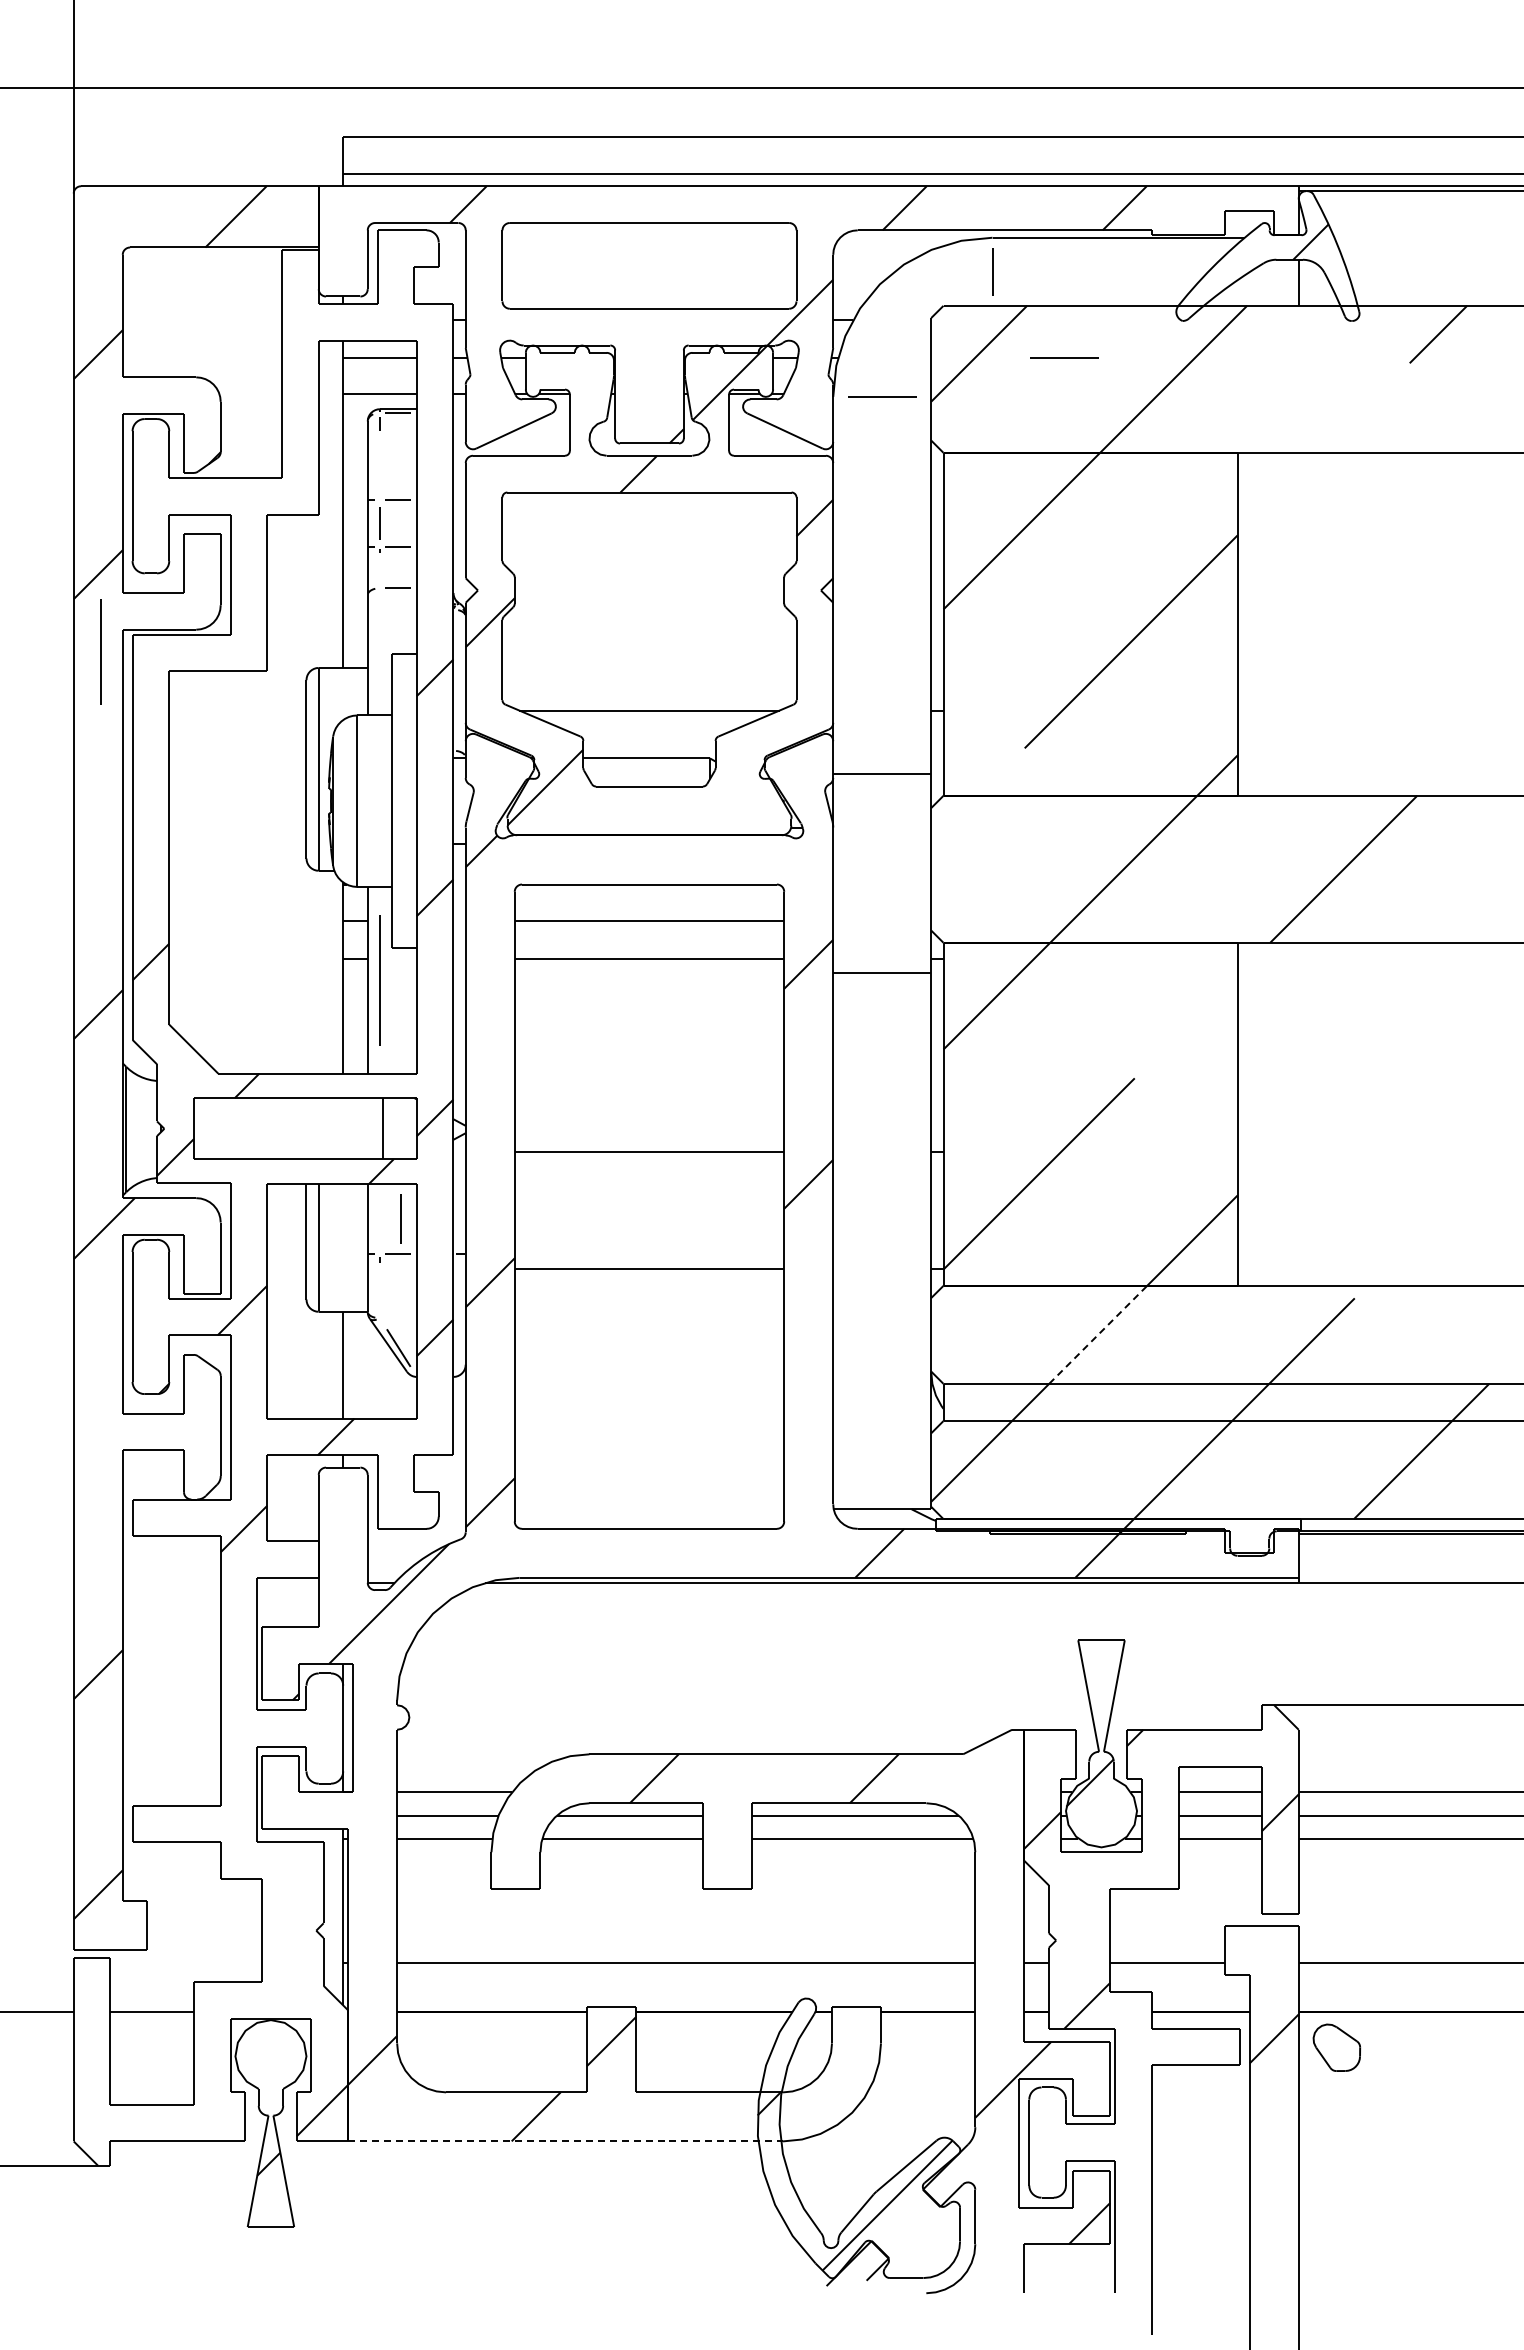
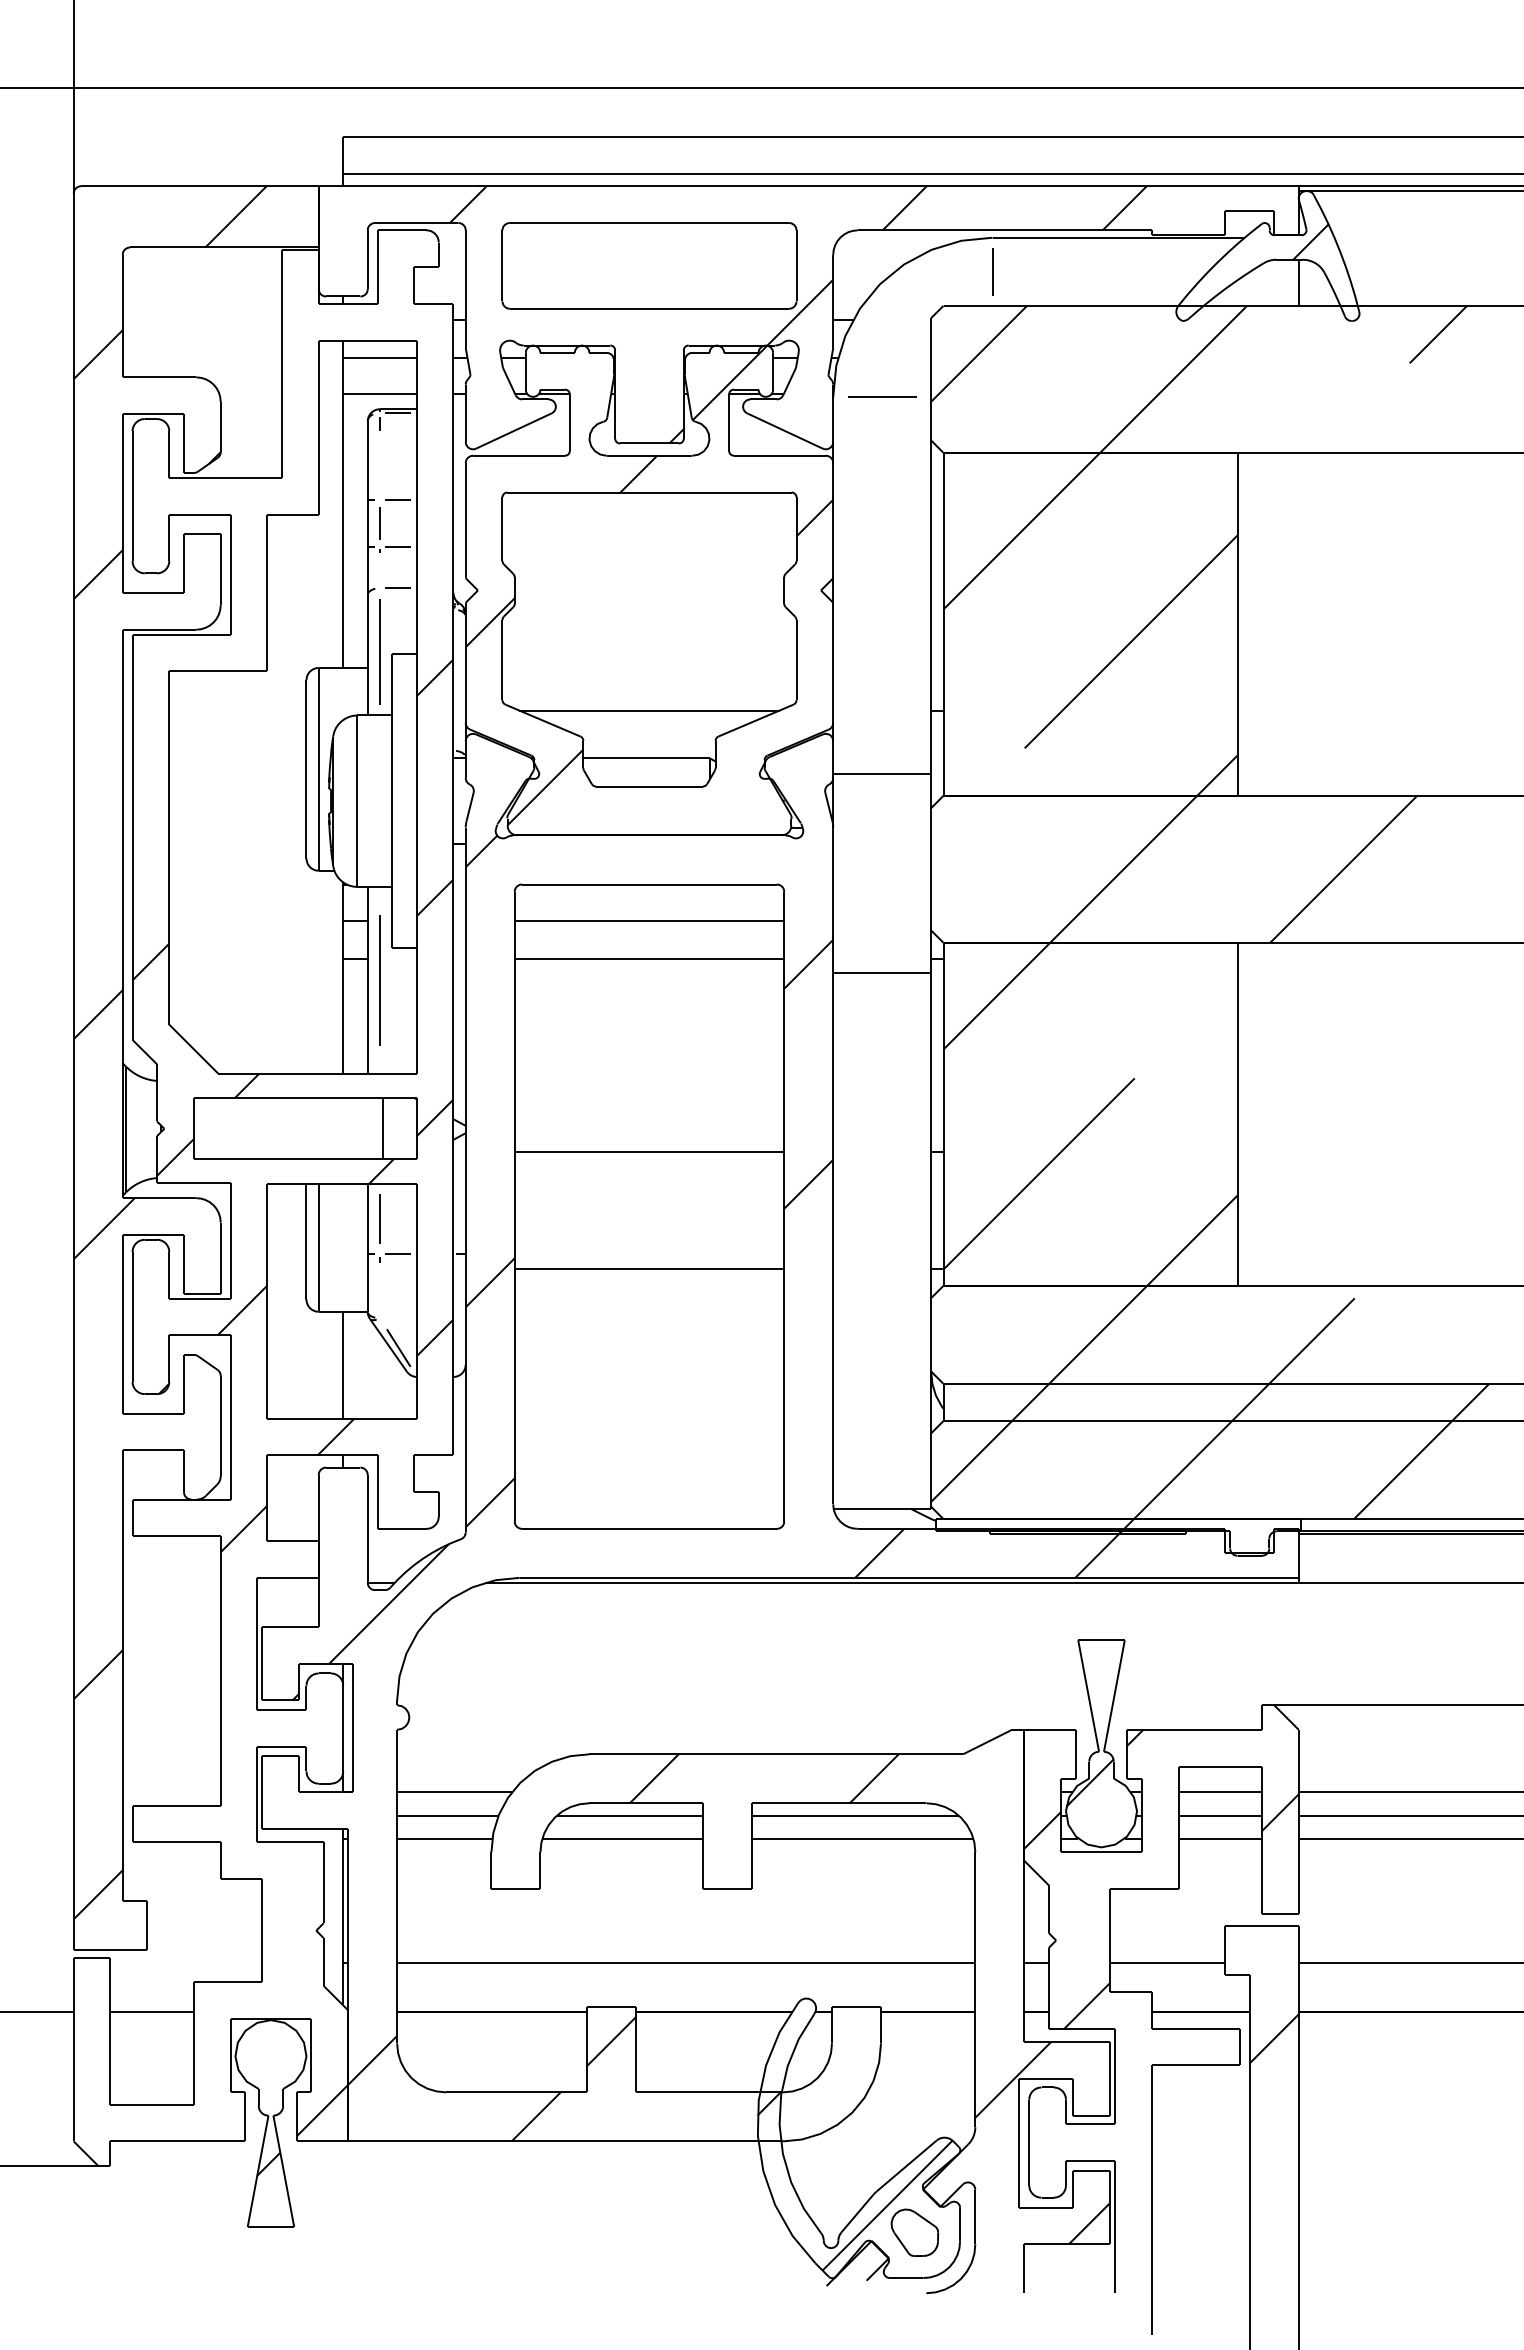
line at (1064, 357): present -> none
line at (100, 651) position: (100, 651) -> (379, 651)
line at (400, 1218) position: (400, 1218) -> (379, 1218)
line at (1098, 1334): dashed -> solid
part at (1336, 2047) position: (1336, 2047) -> (914, 2232)
line at (566, 2141): dashed -> solid
